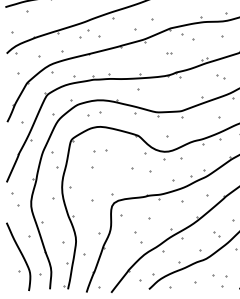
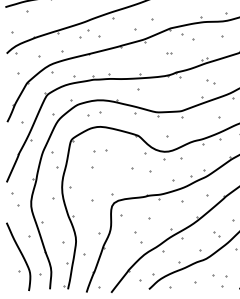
part at (220, 76) position: (220, 76) -> (210, 81)
